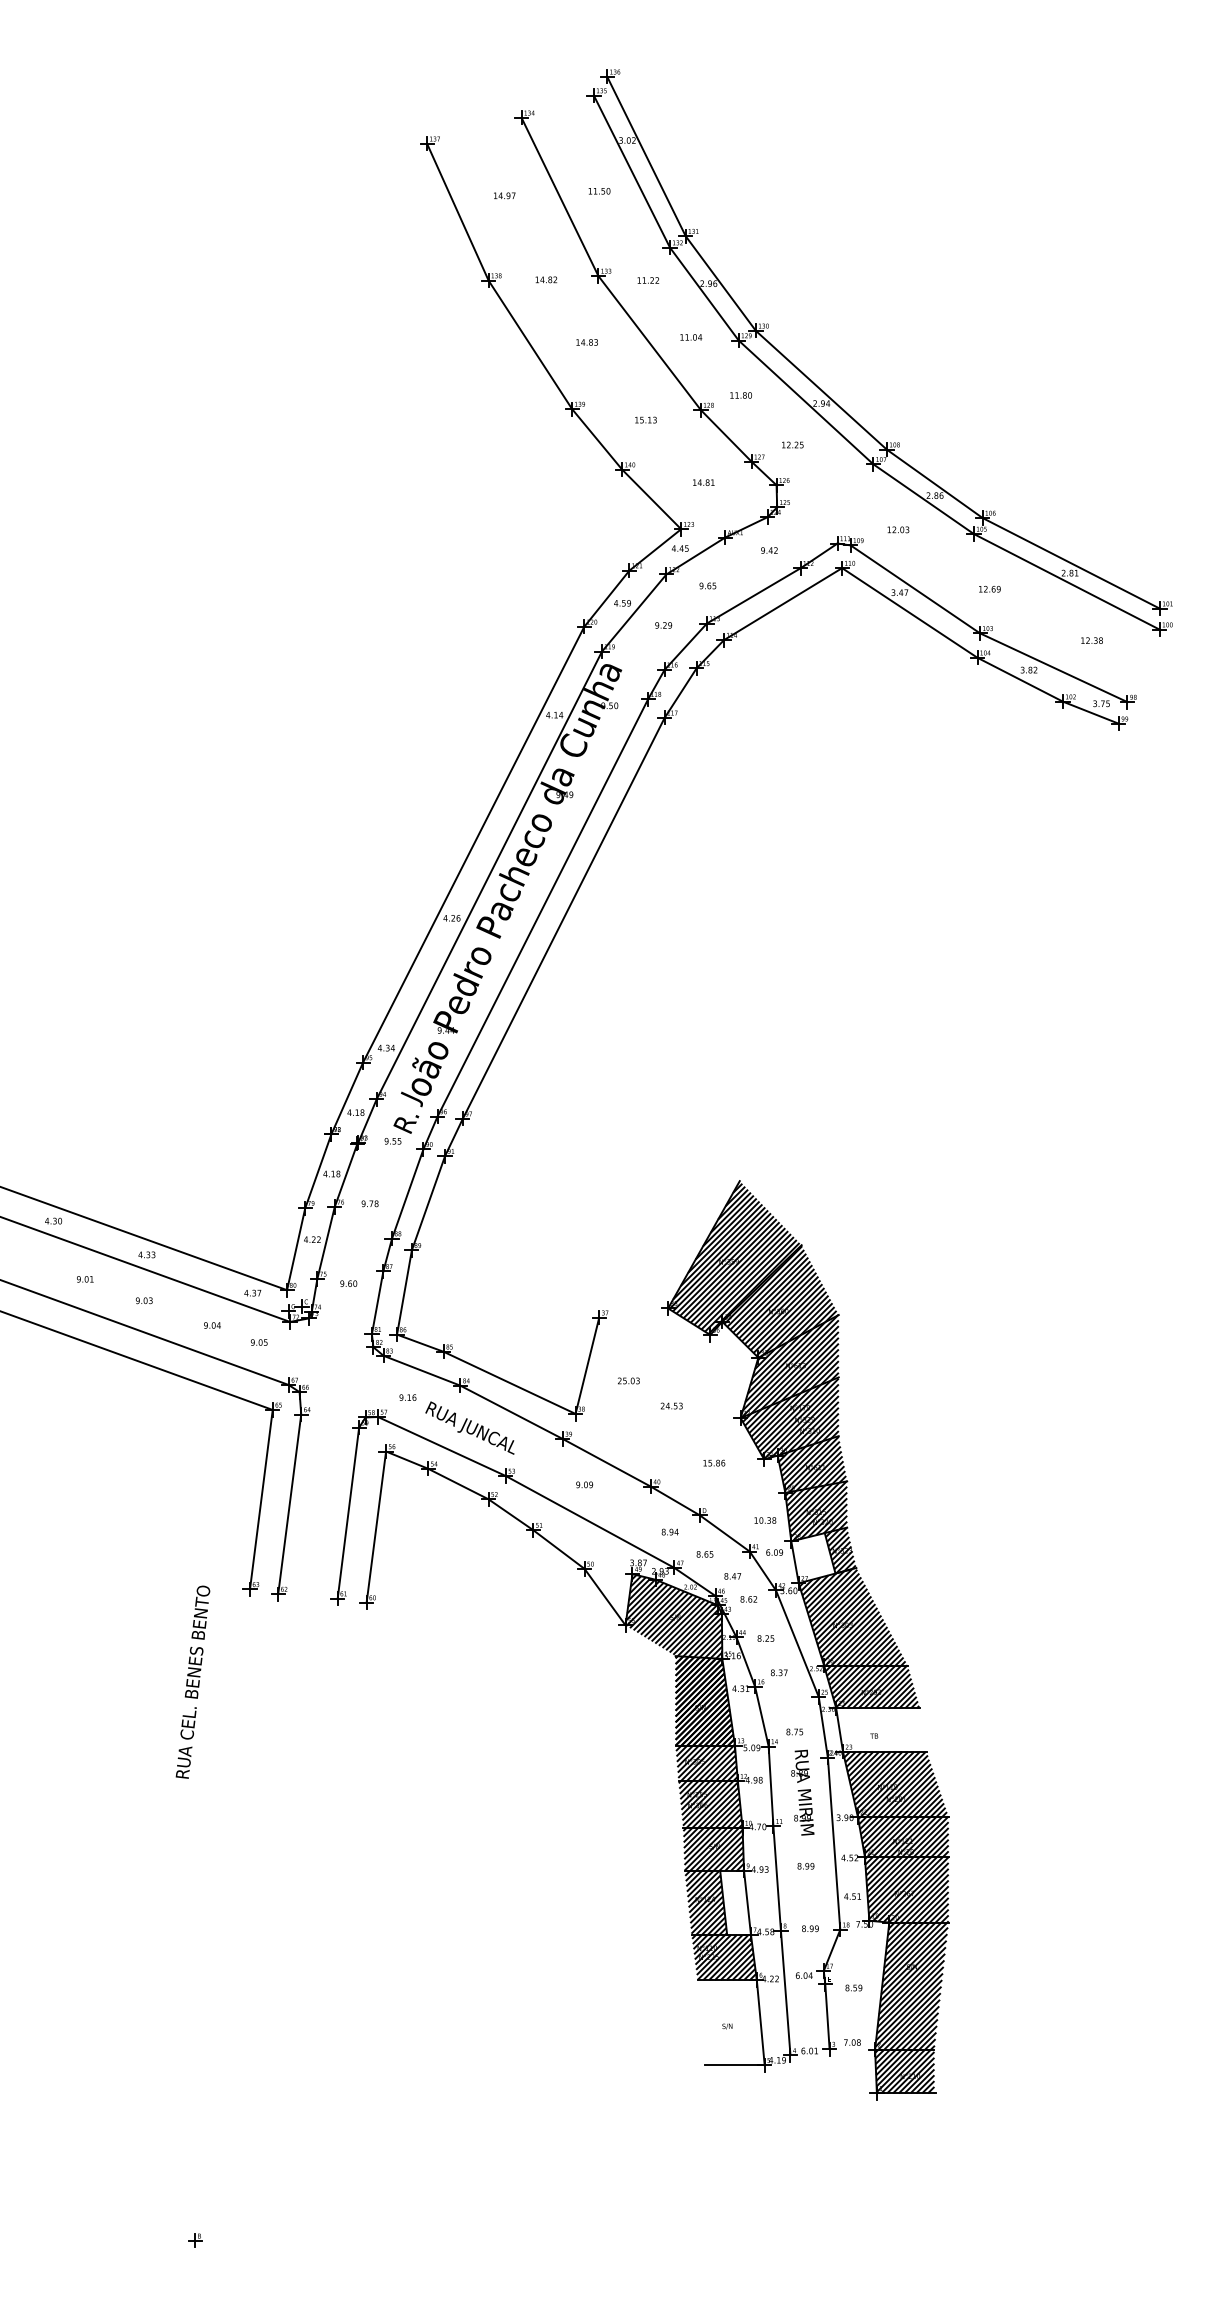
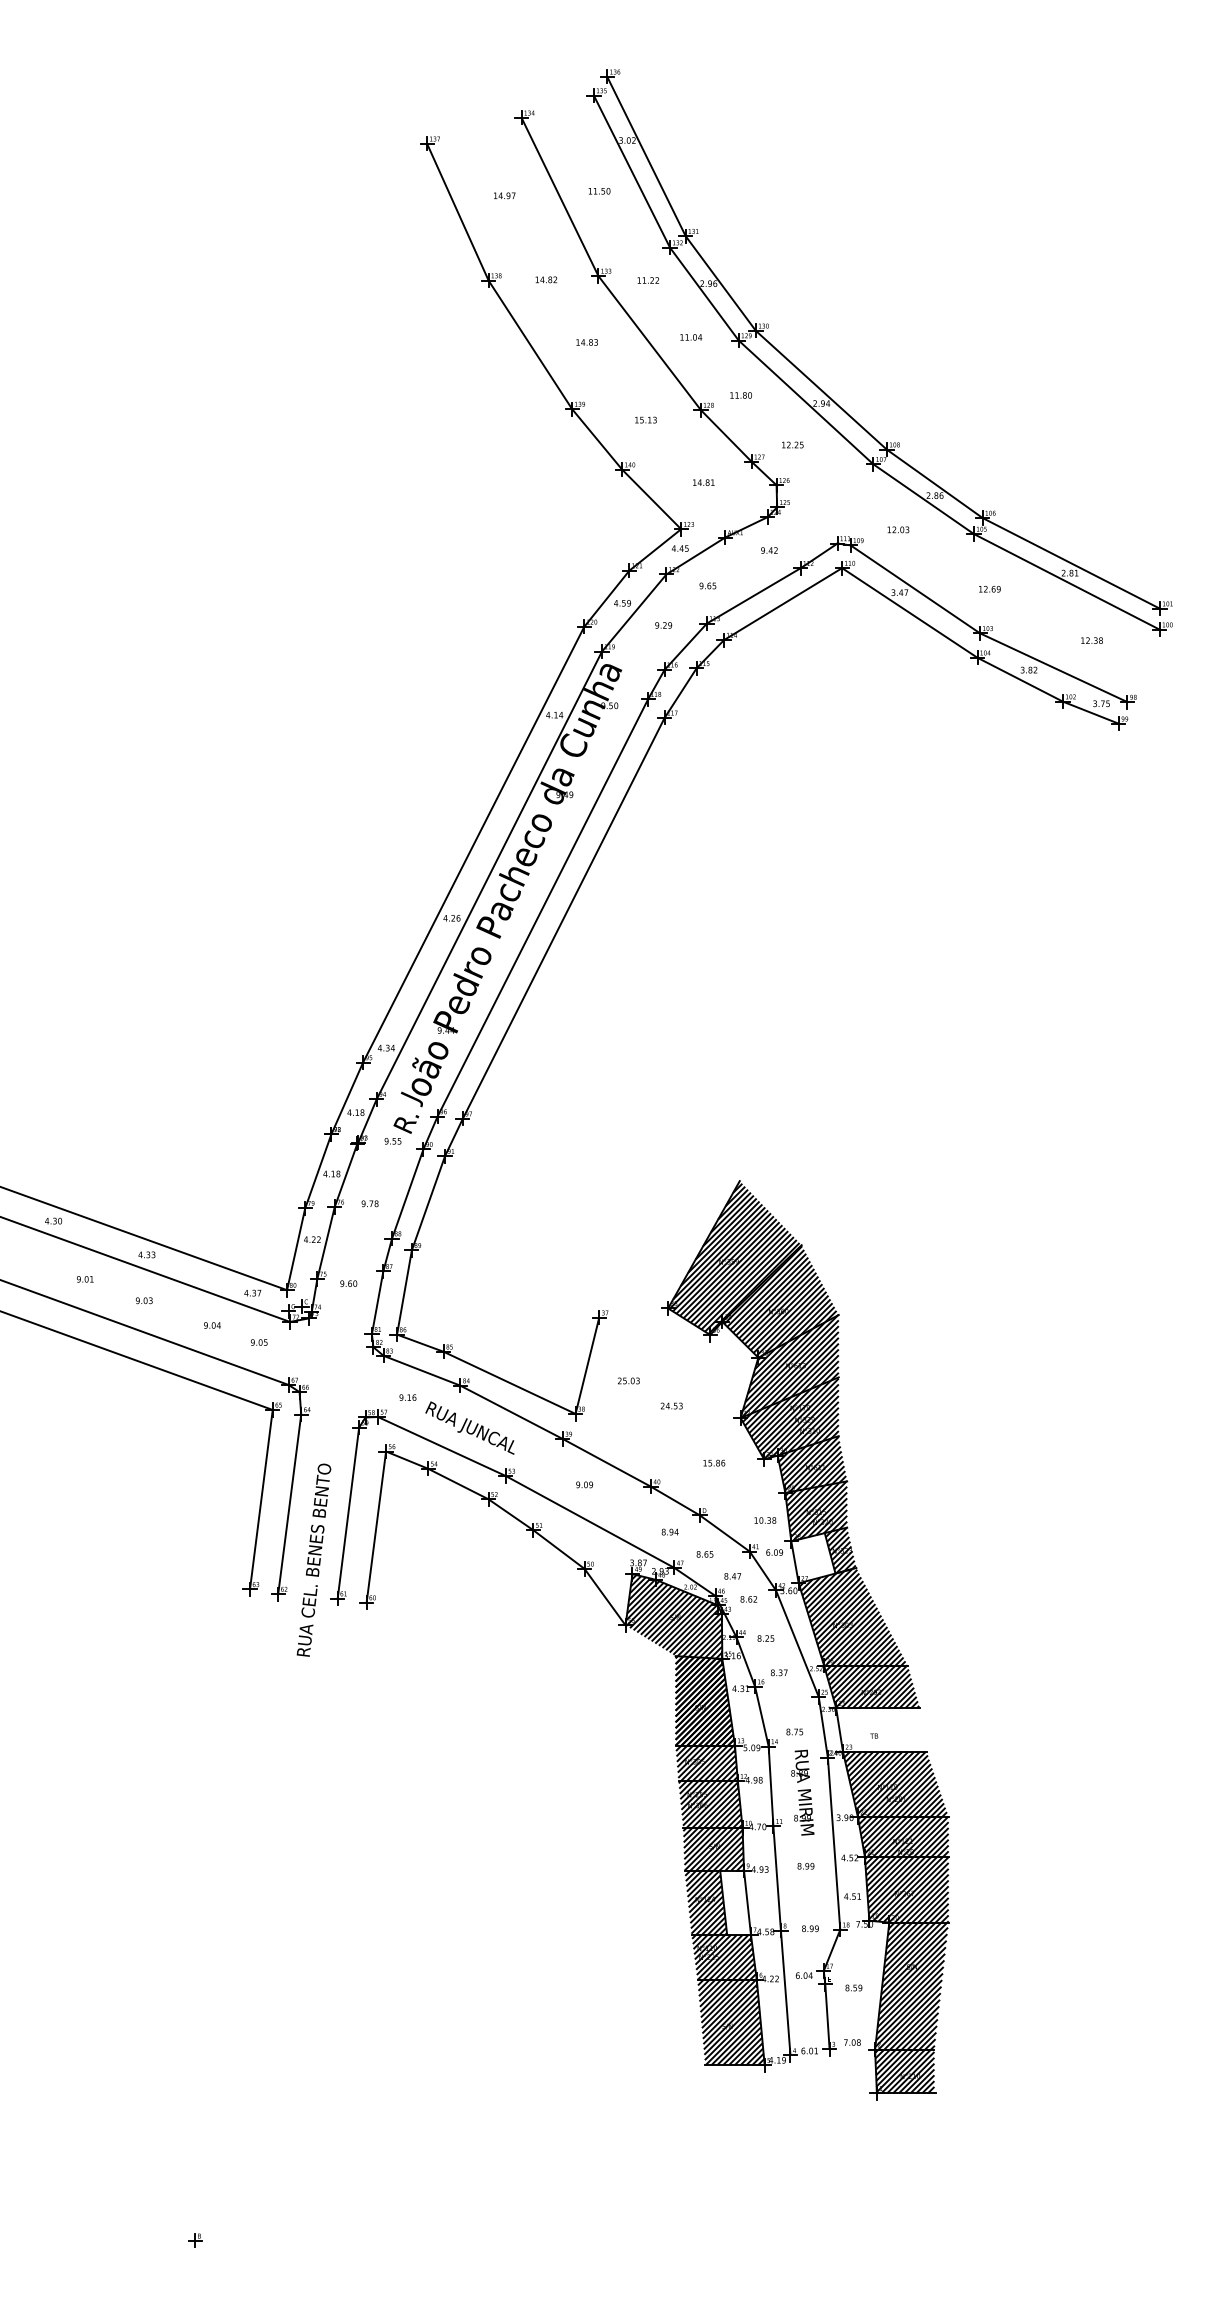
text at (192, 1681) position: (192, 1681) -> (313, 1559)
hatch at (730, 2022): none -> present
